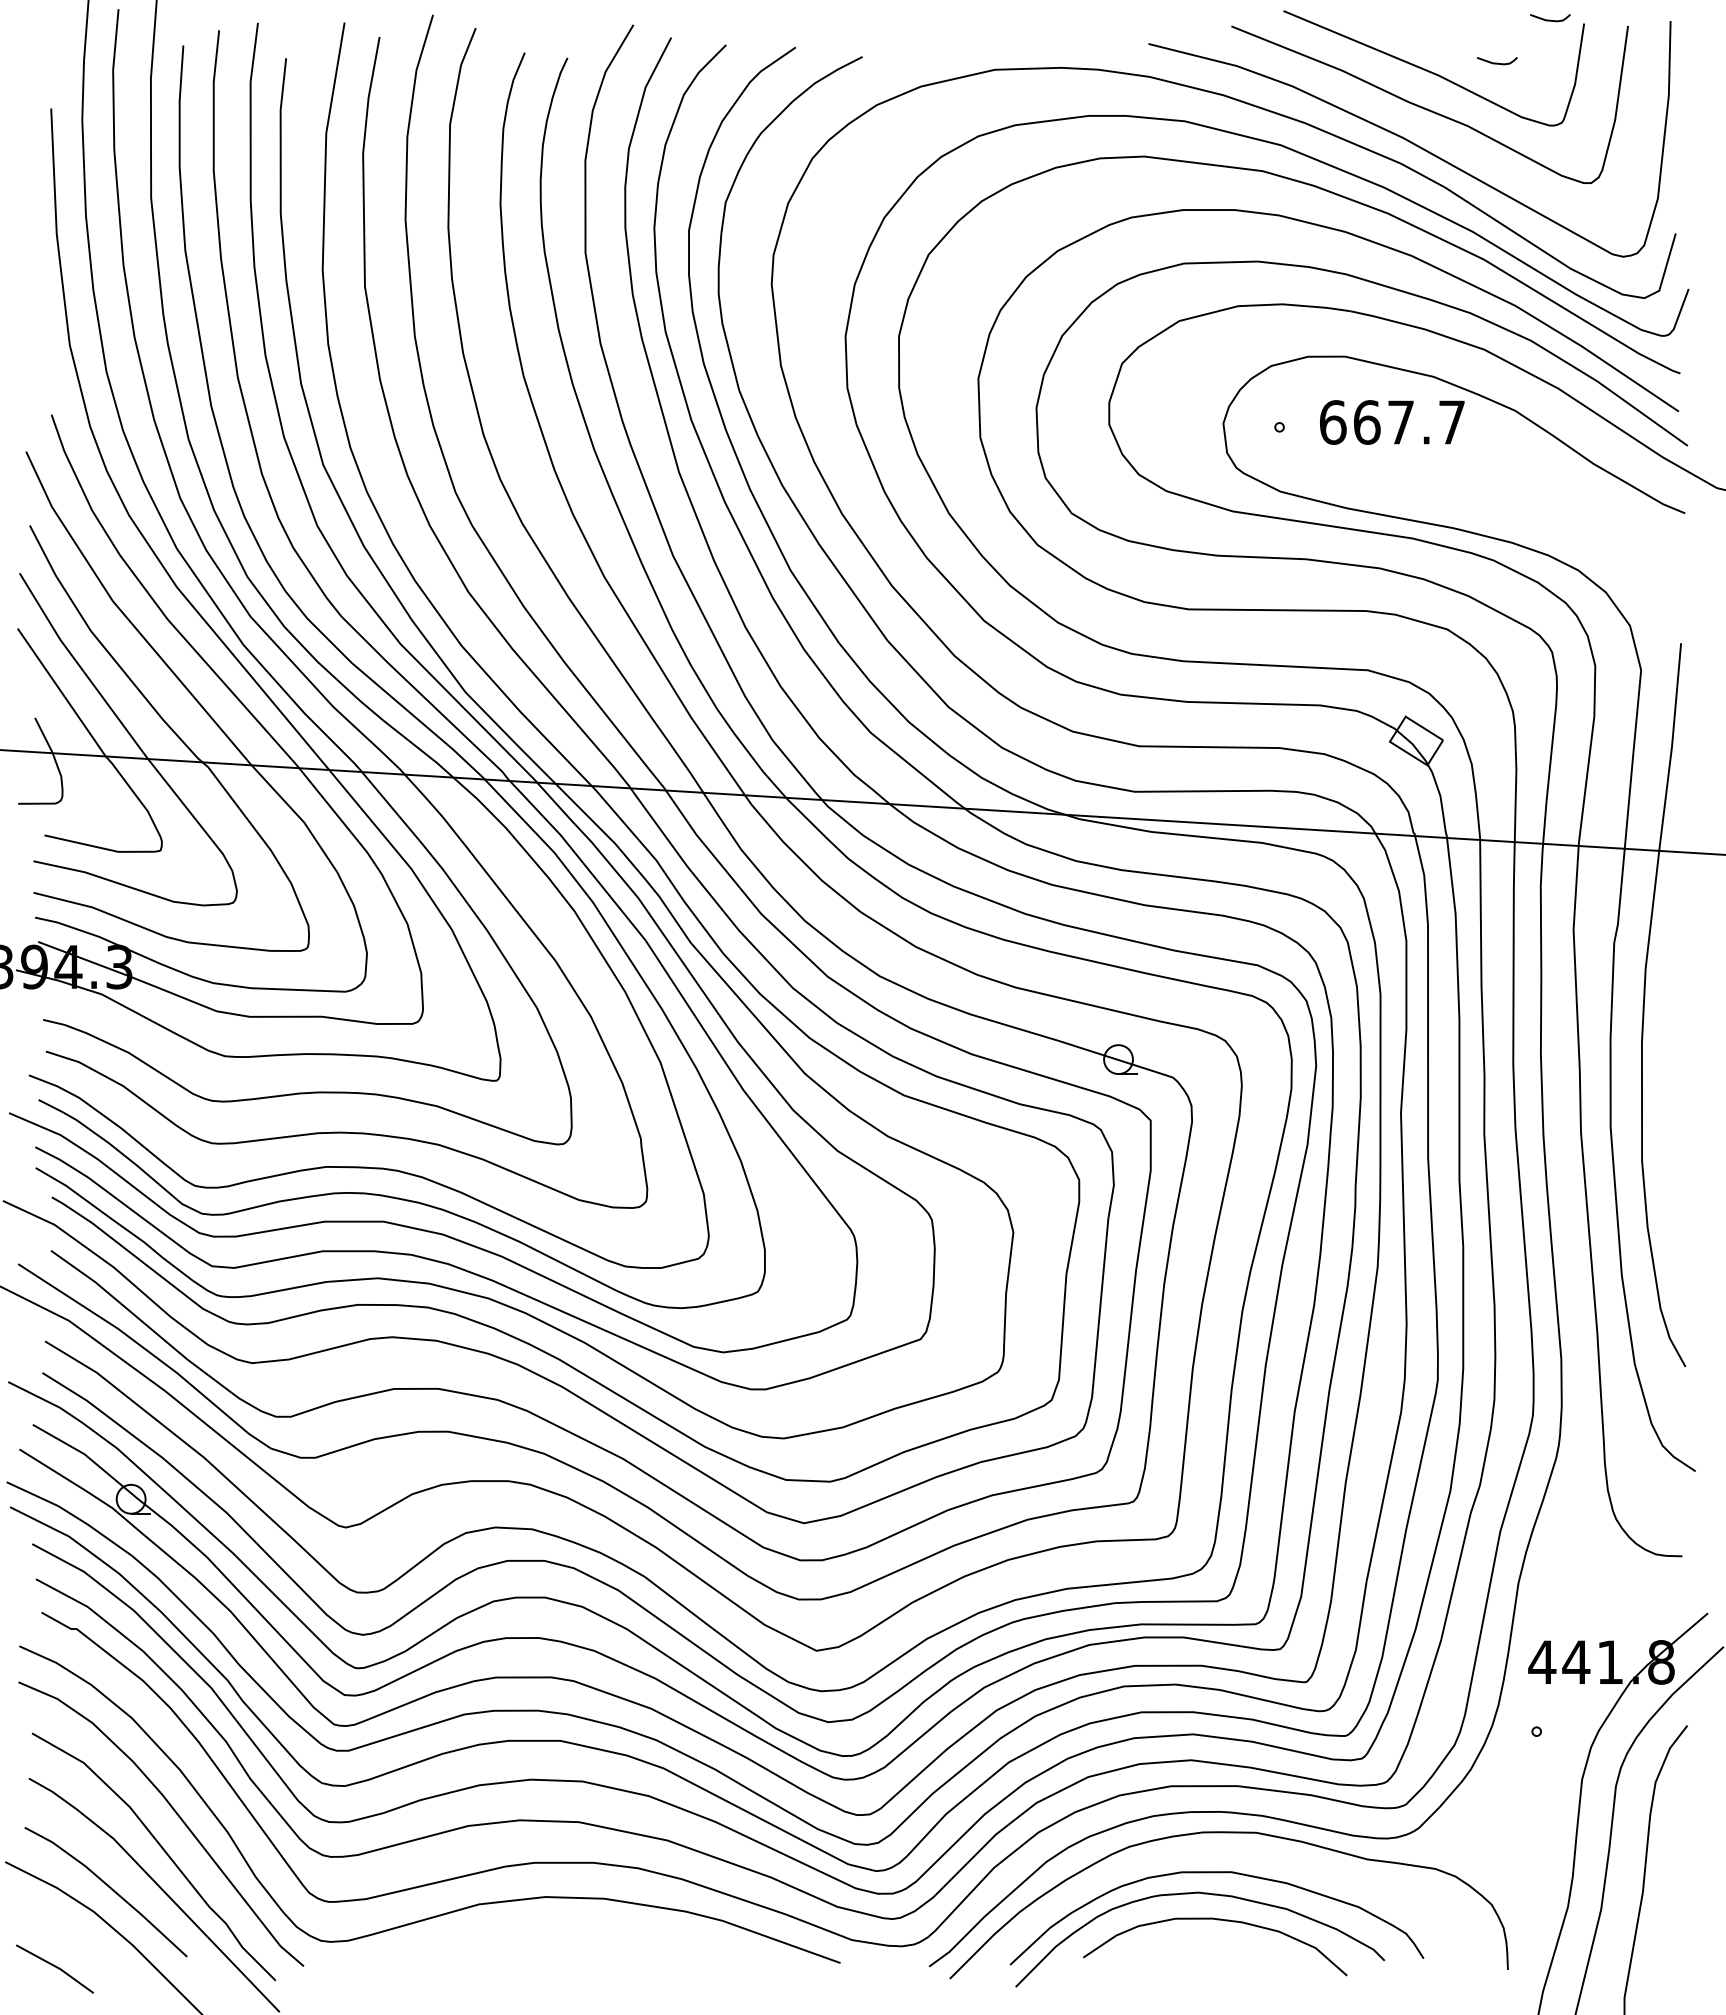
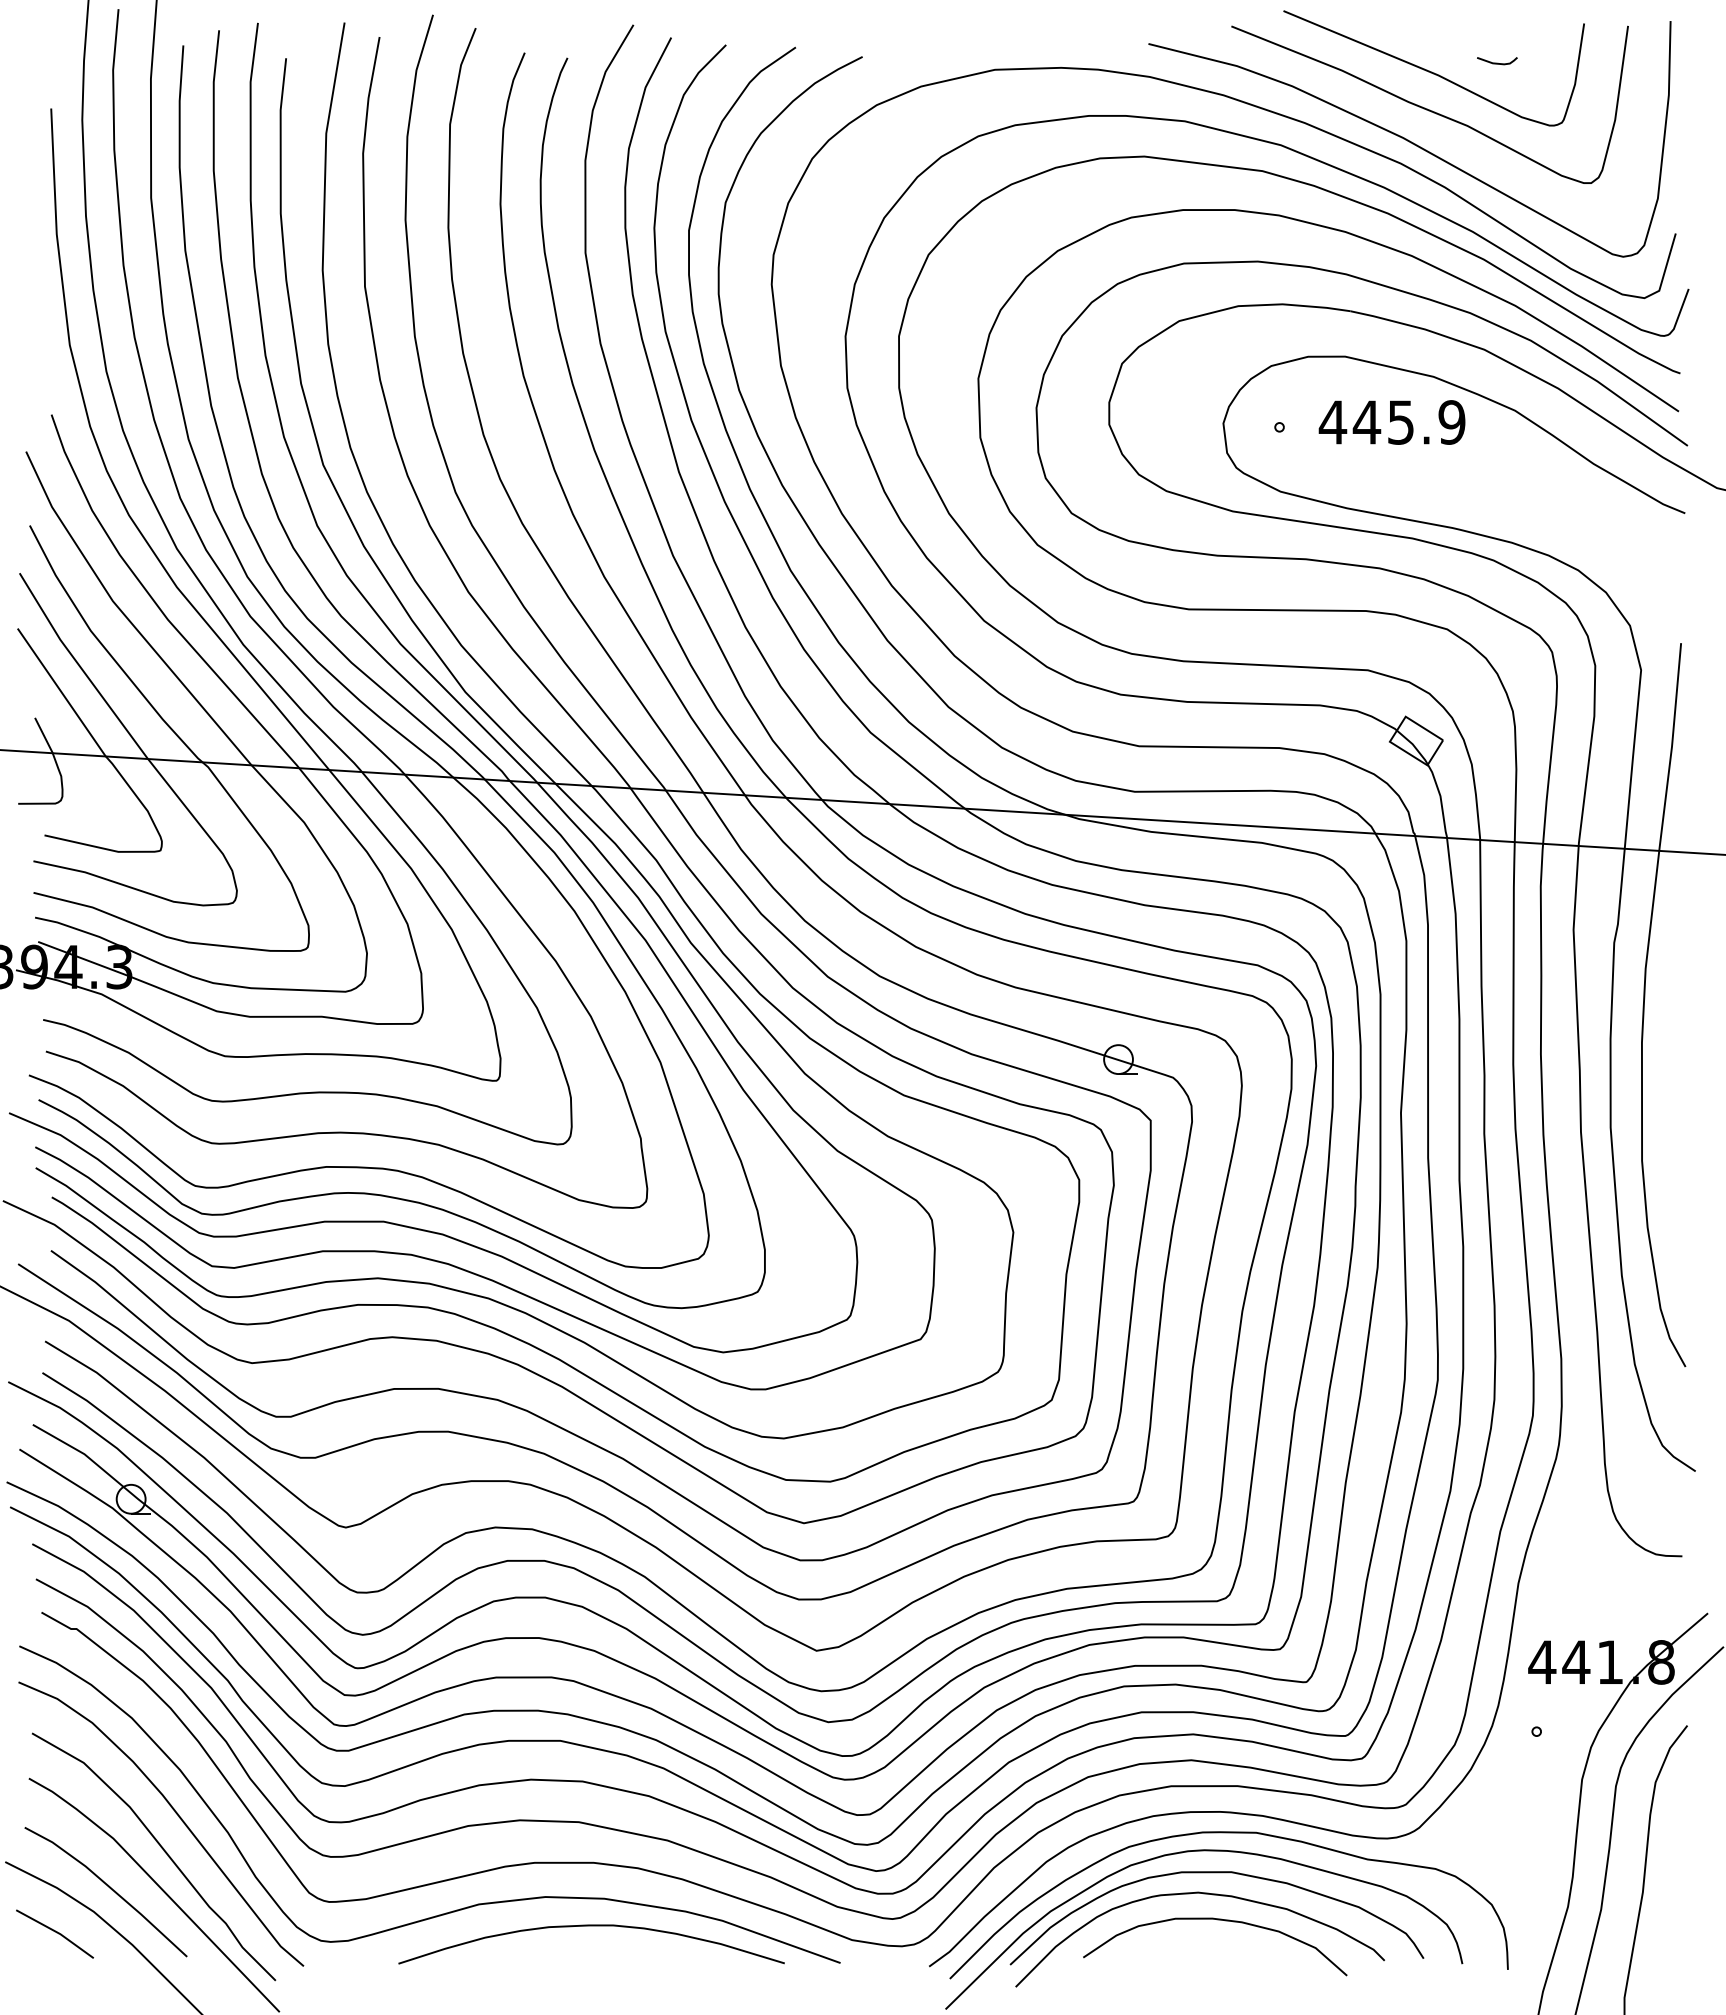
curve at (1550, 19): present -> none
text at (1391, 422): 667.7 -> 445.9
curve at (1204, 1851): none -> present
curve at (591, 1926): none -> present
line at (55, 1967) position: (55, 1967) -> (55, 1932)
